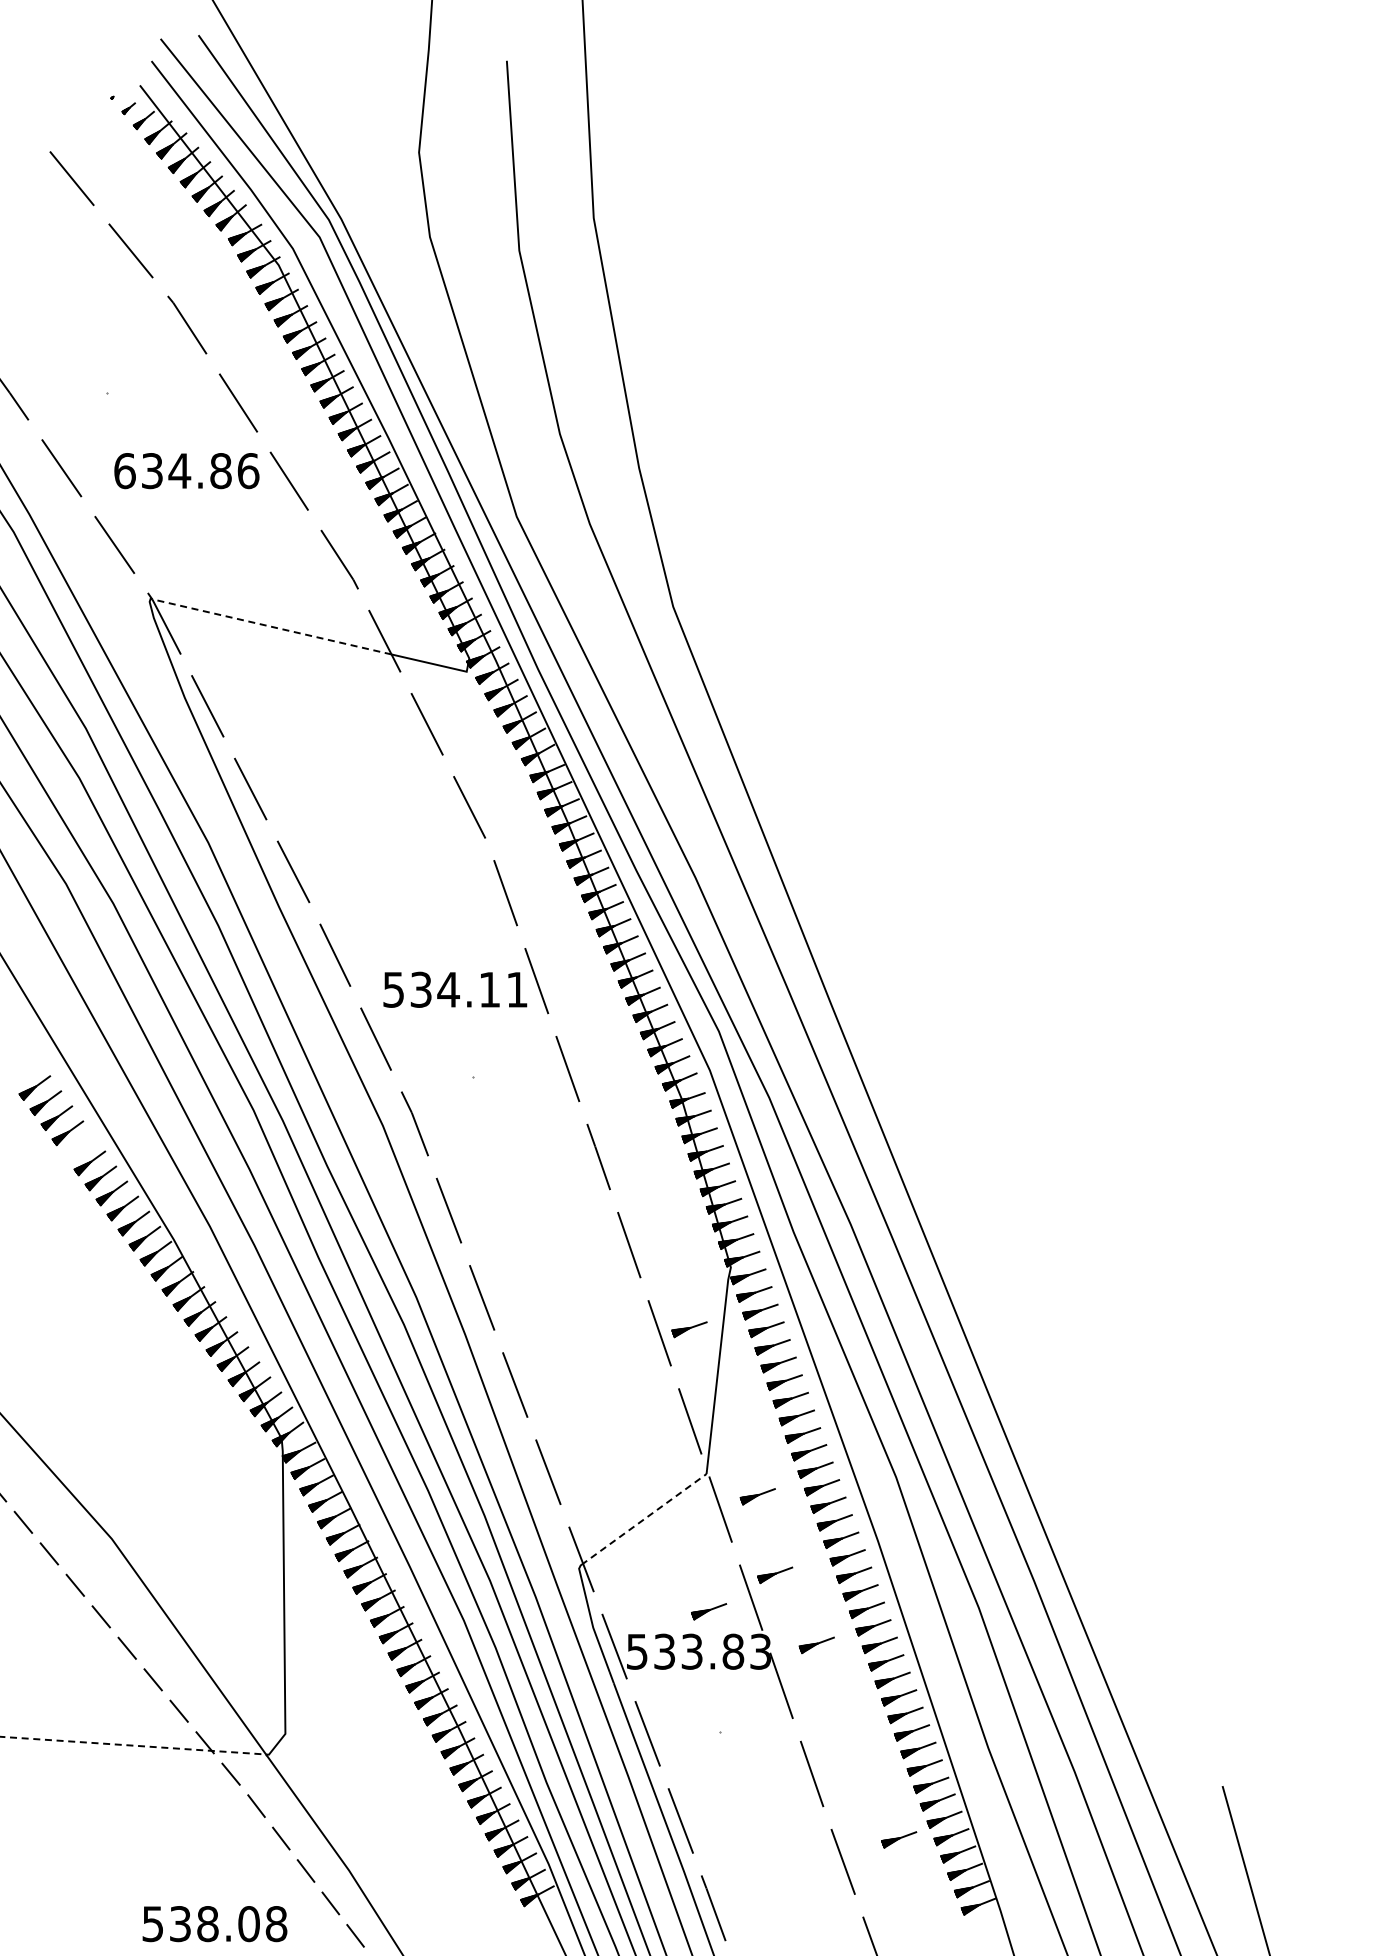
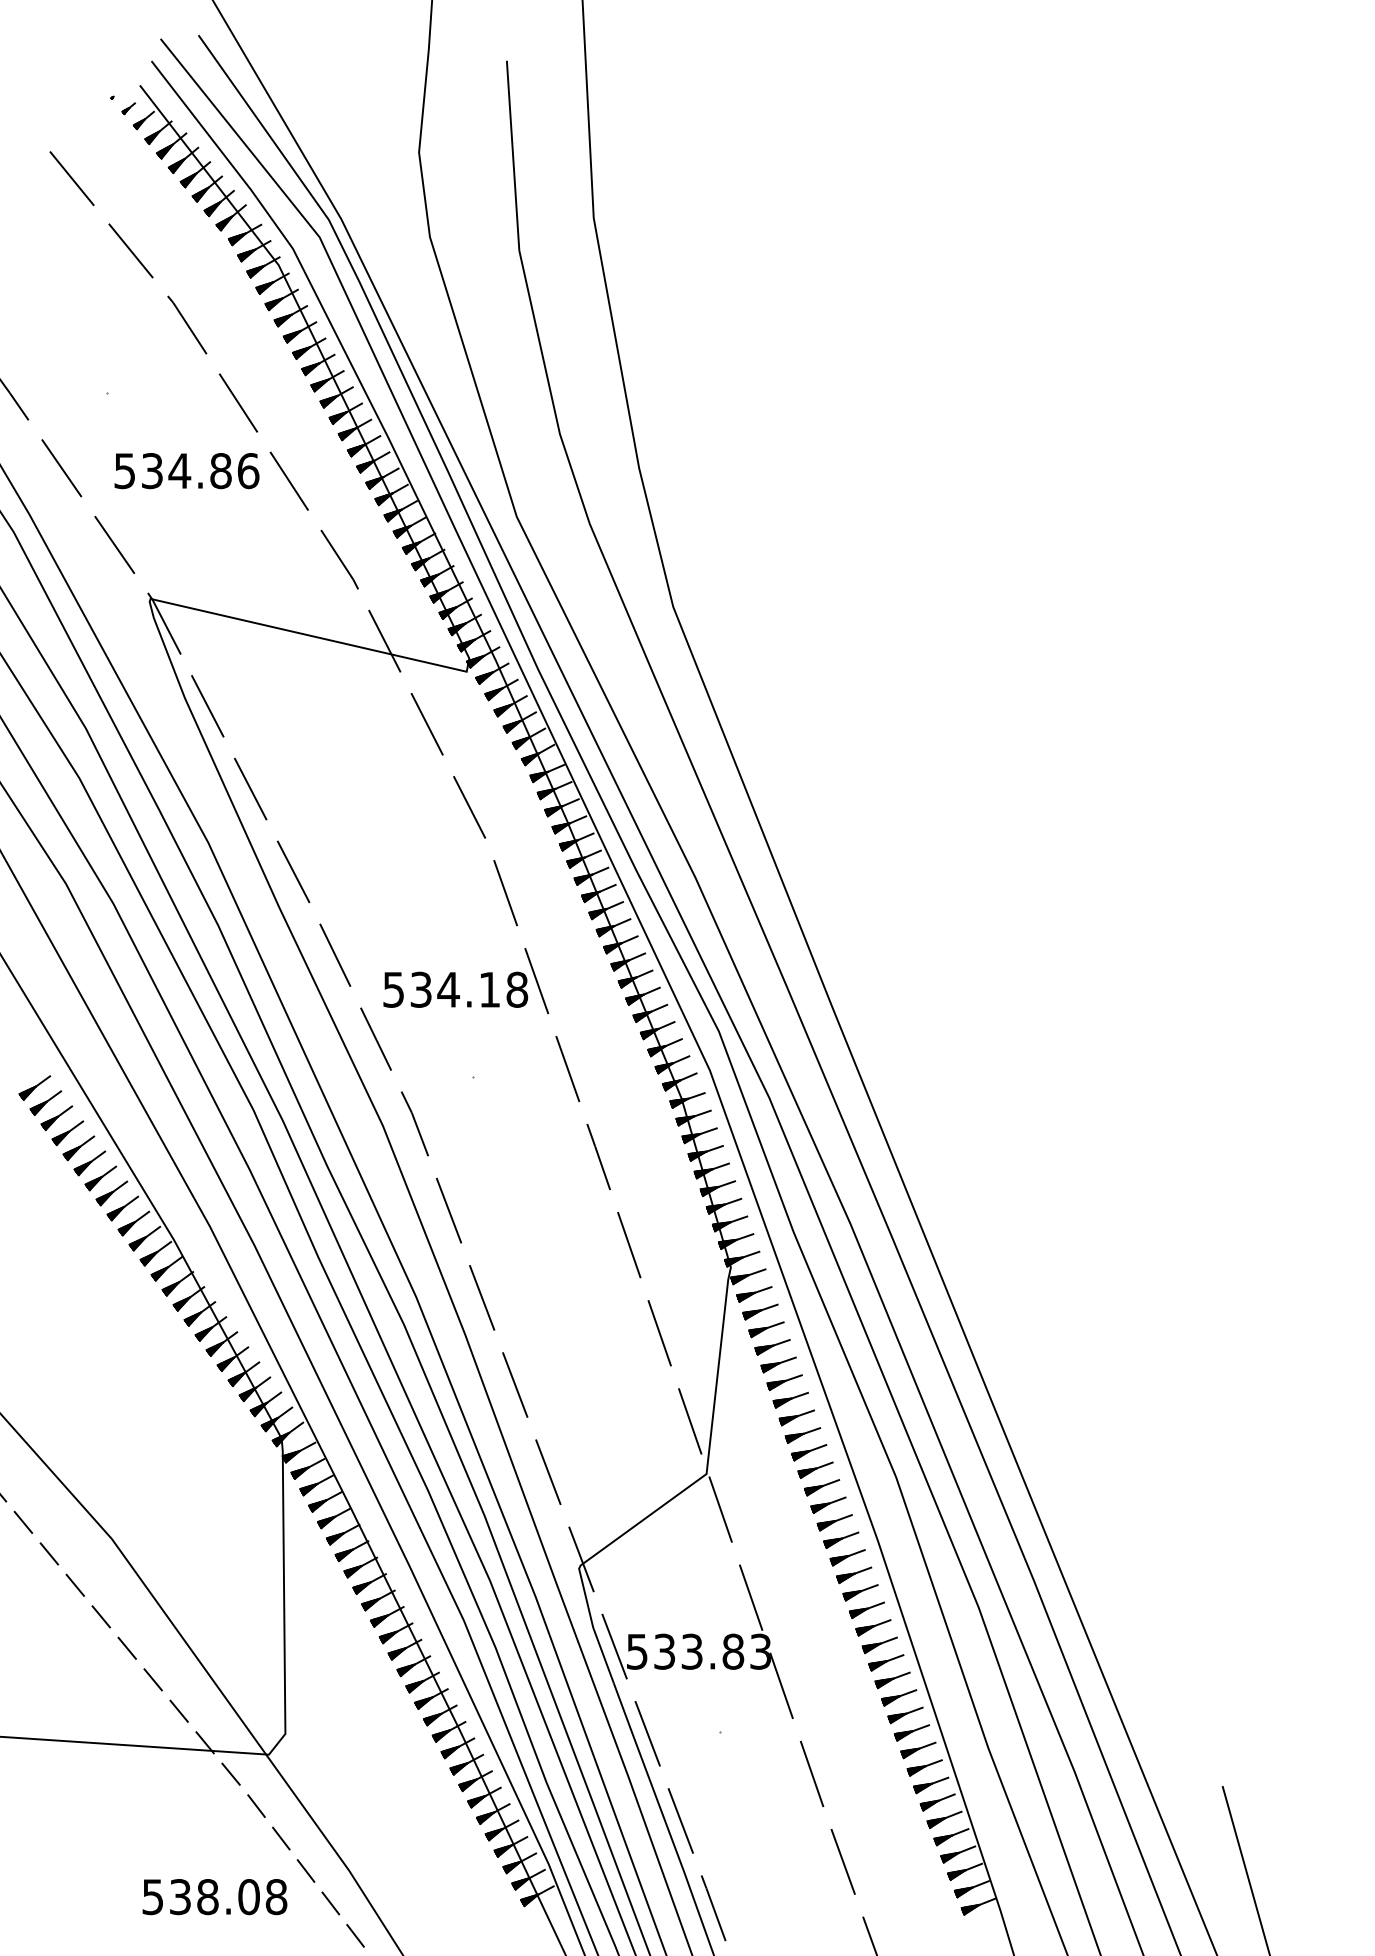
text at (124, 471): 634.86 -> 534.86
line at (271, 626): dashed -> solid
text at (517, 989): 534.11 -> 534.18
part at (78, 1148): none -> present
part at (689, 1329): present -> none
part at (757, 1496): present -> none
line at (646, 1517): dashed -> solid
part at (775, 1575): present -> none
part at (709, 1611): present -> none
part at (816, 1644): present -> none
line at (133, 1745): dashed -> solid
part at (899, 1839): present -> none
text at (214, 1924) position: (214, 1924) -> (214, 1897)
